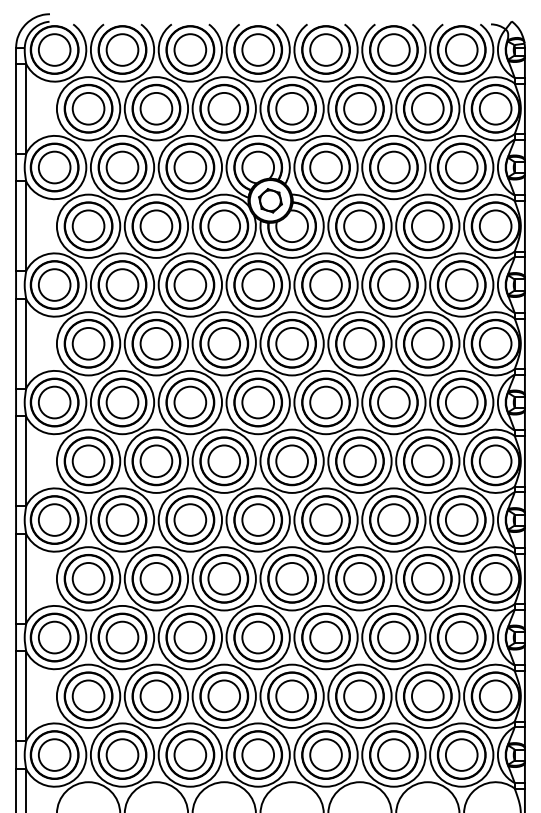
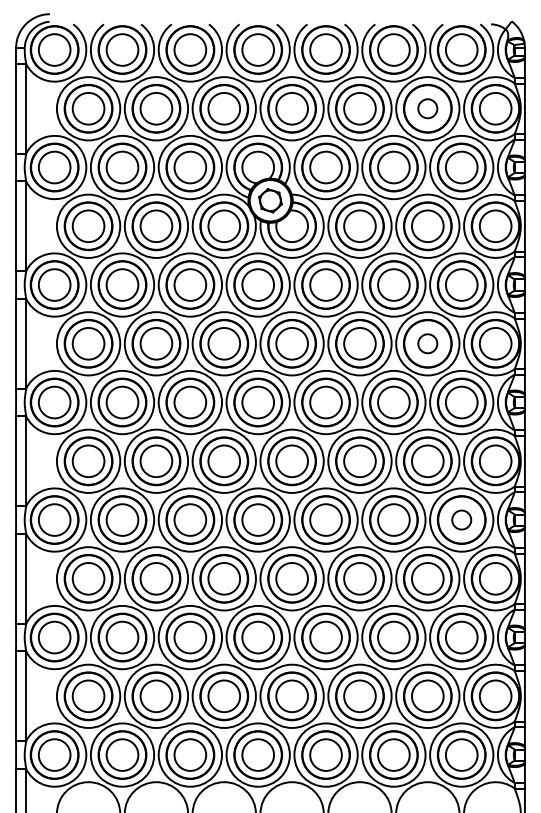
circle at (427, 108) diameter: 32 px -> 19 px
circle at (427, 343) diameter: 32 px -> 19 px
circle at (461, 519) diameter: 32 px -> 19 px
